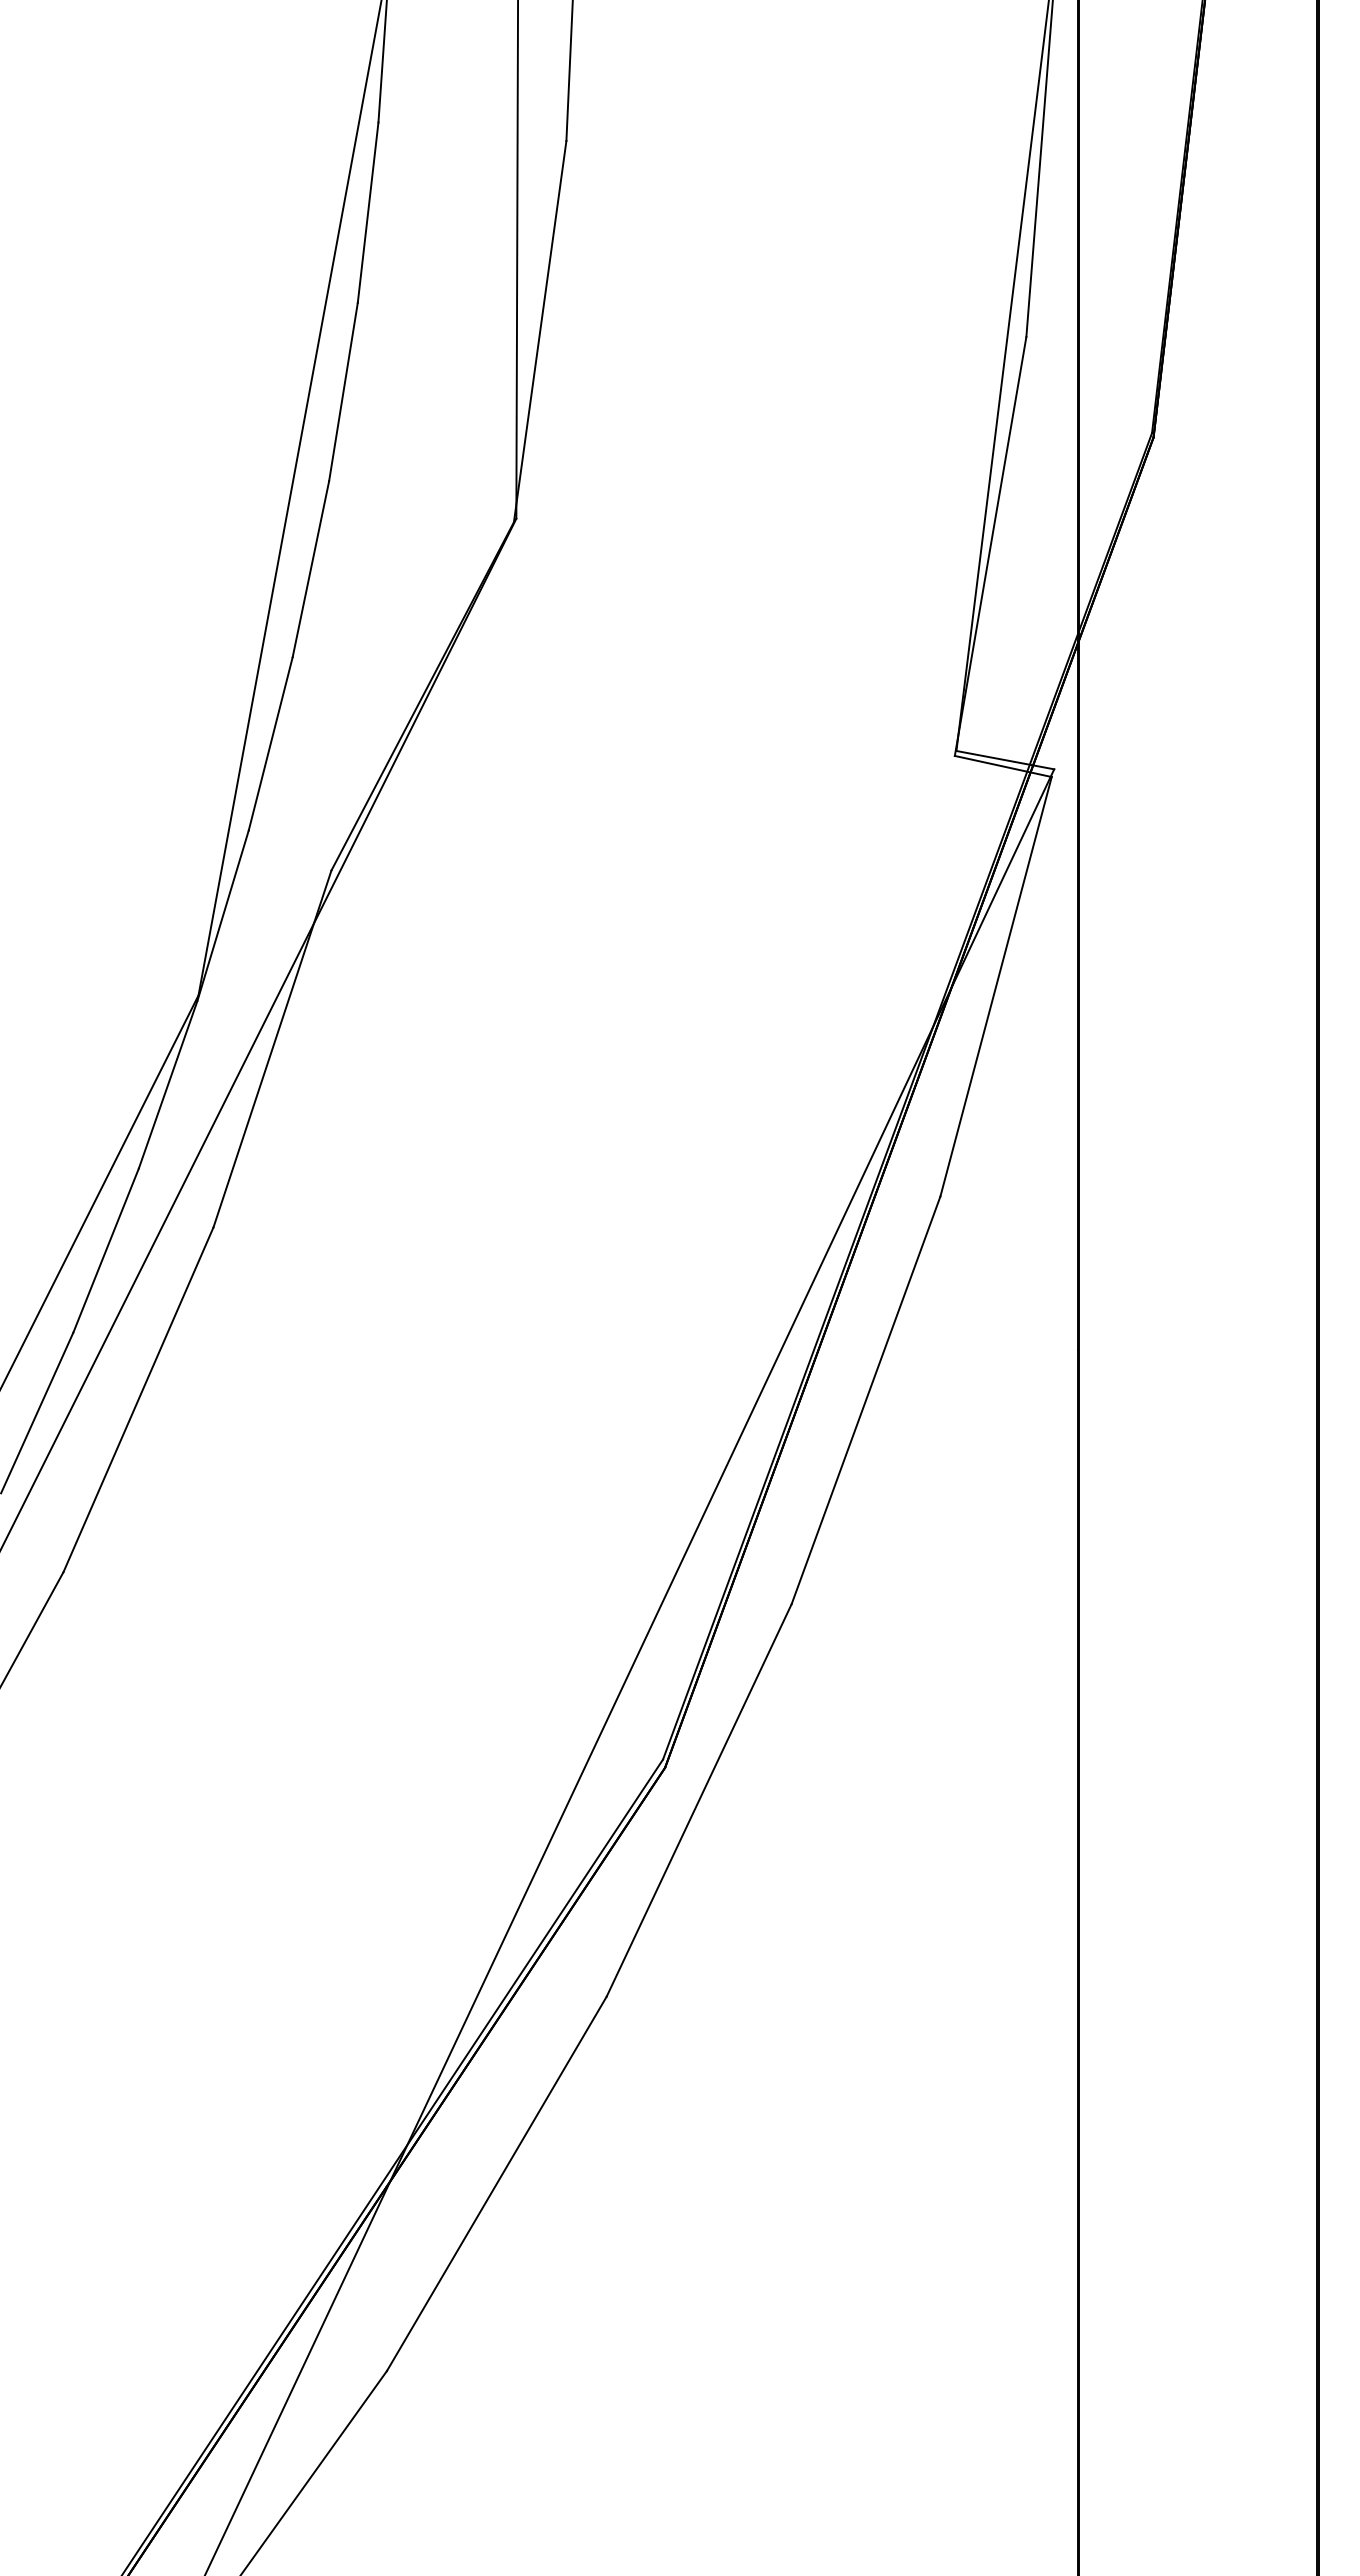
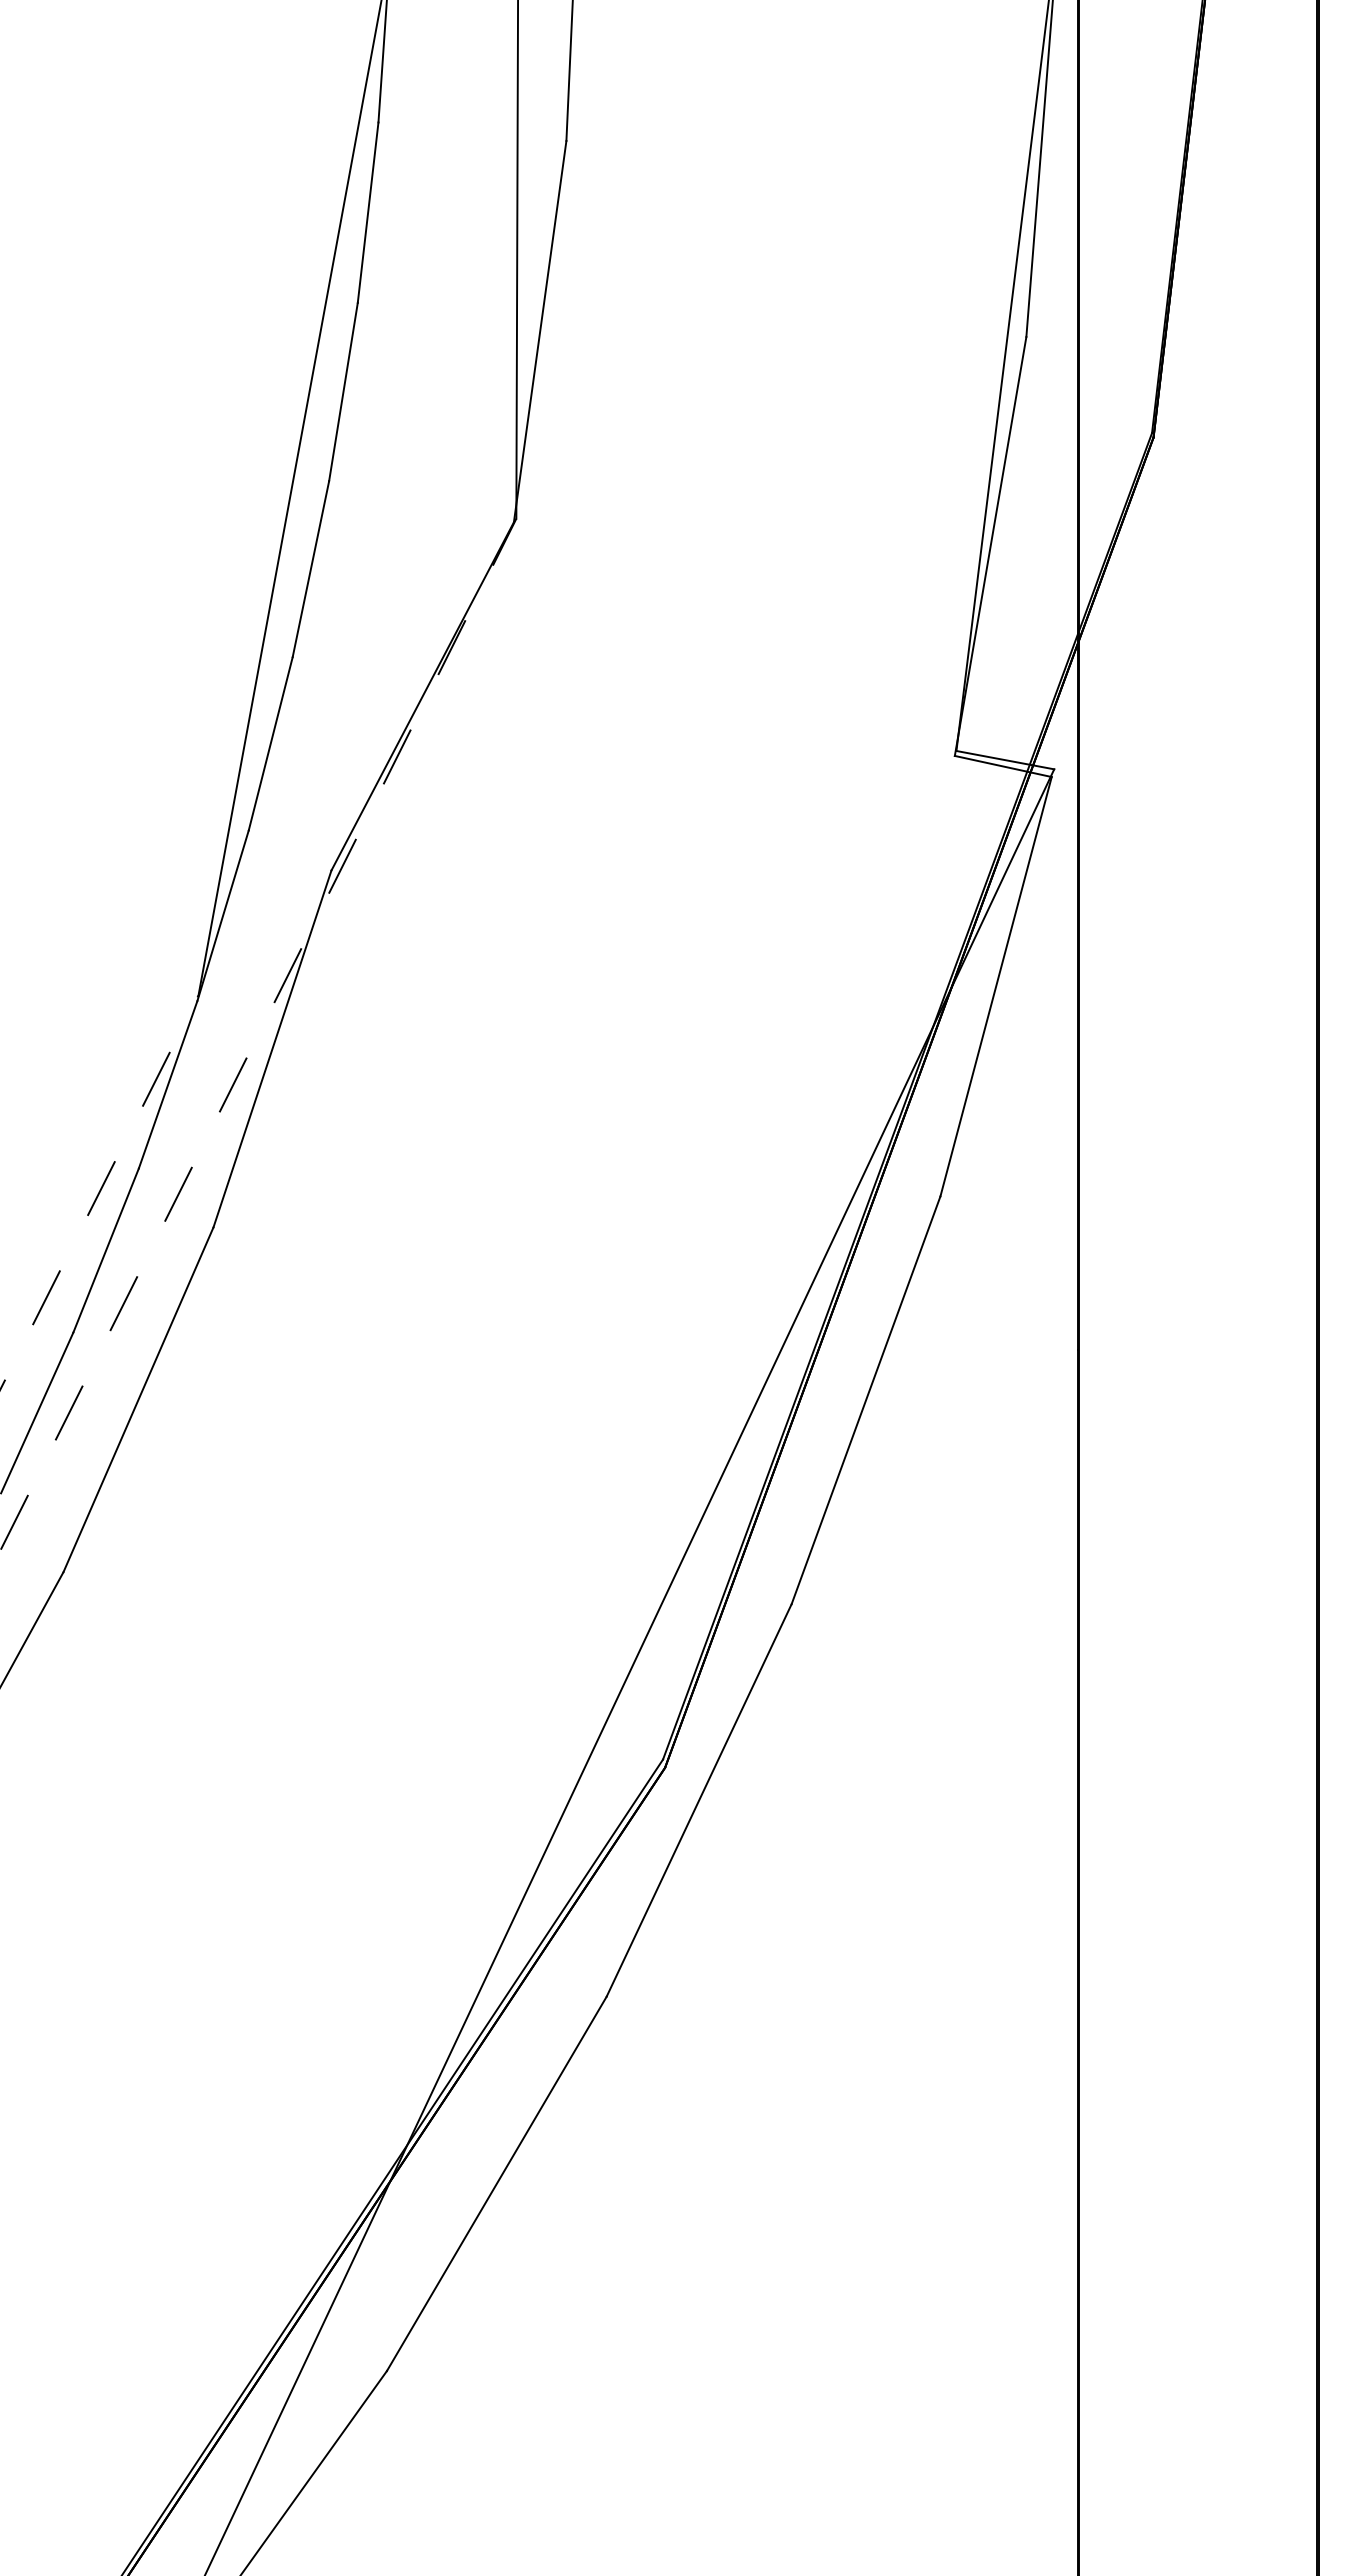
line at (258, 1034): solid -> dashed
line at (99, 1192): solid -> dashed
